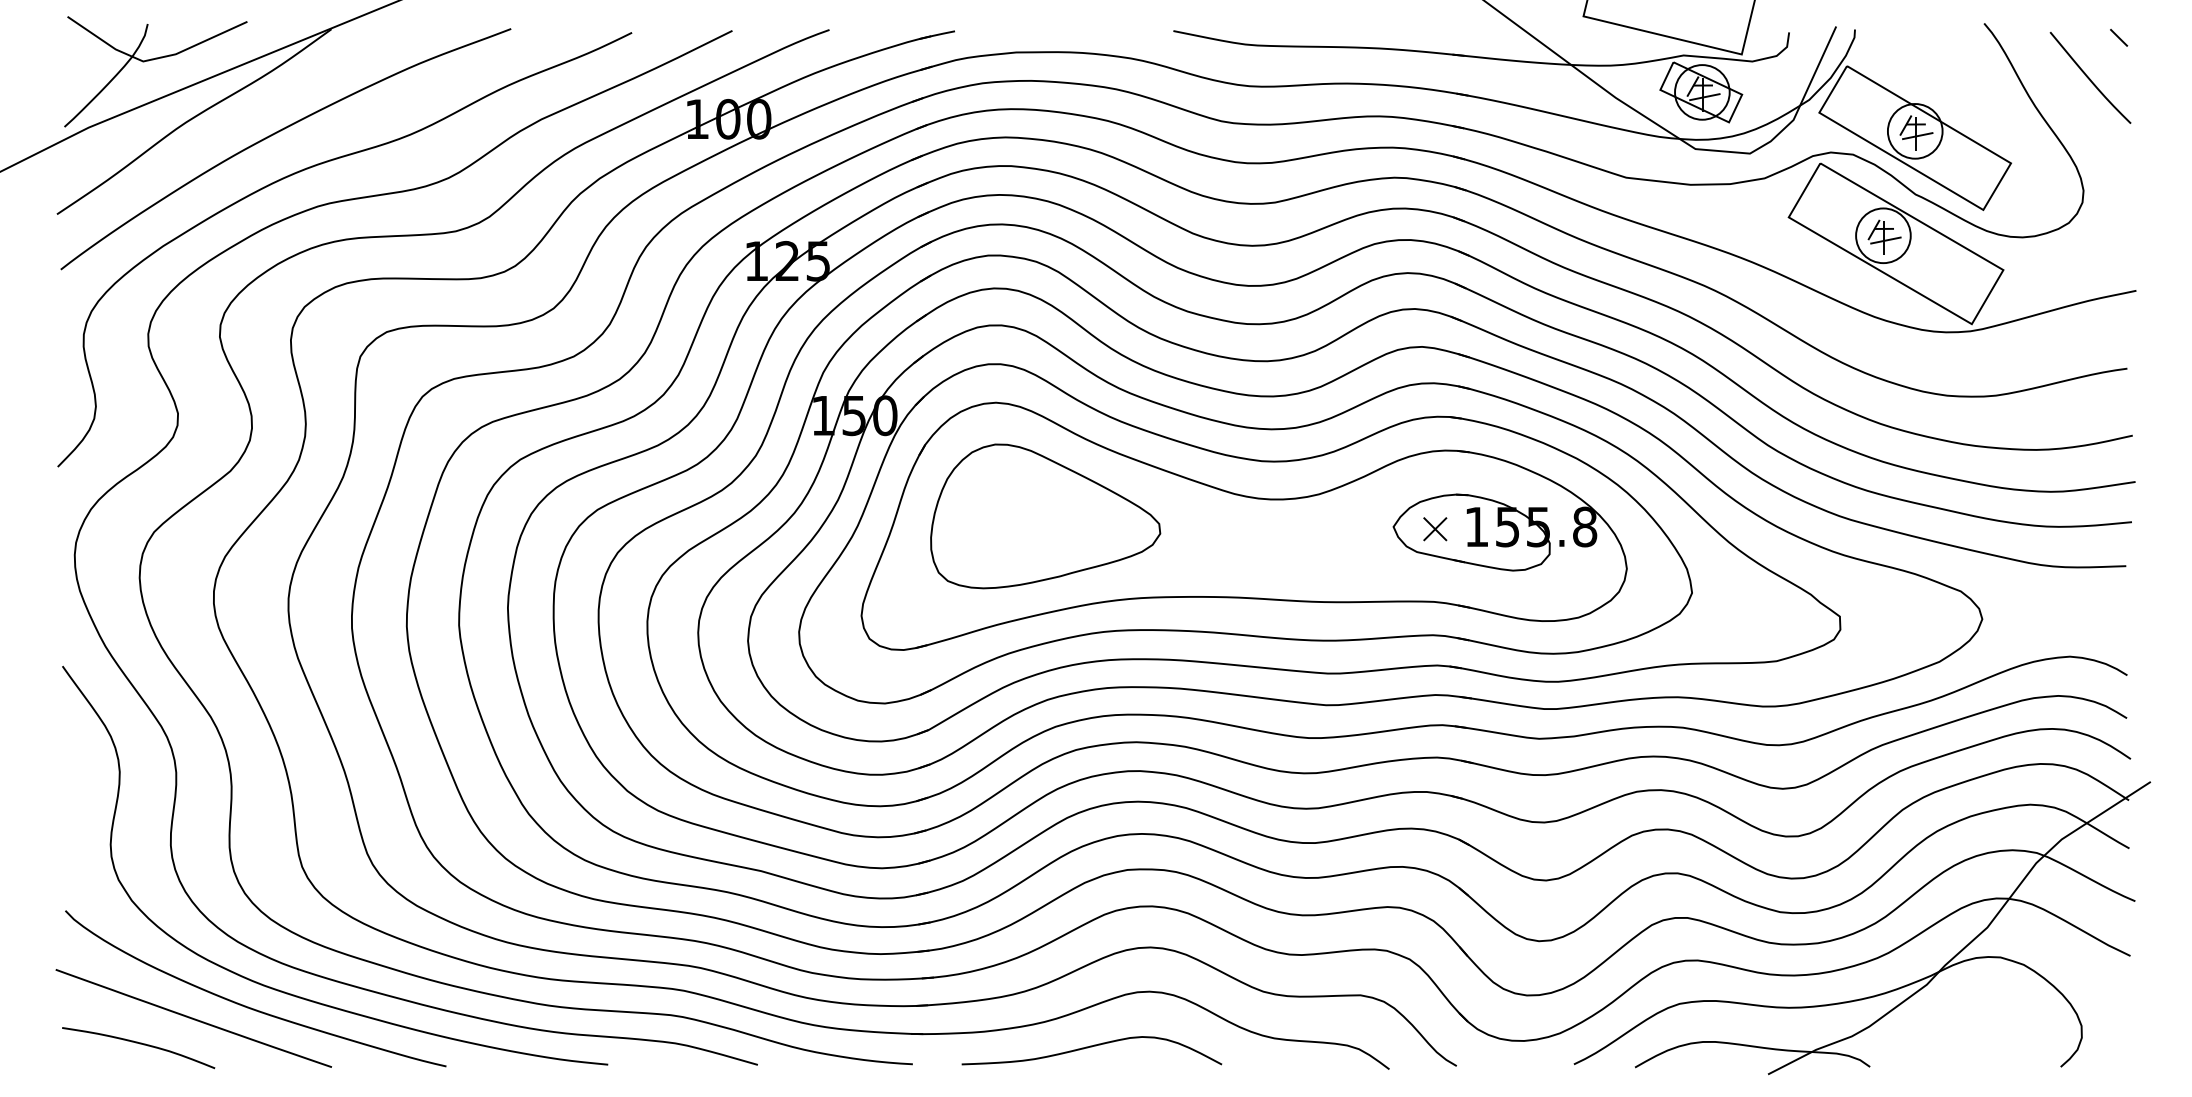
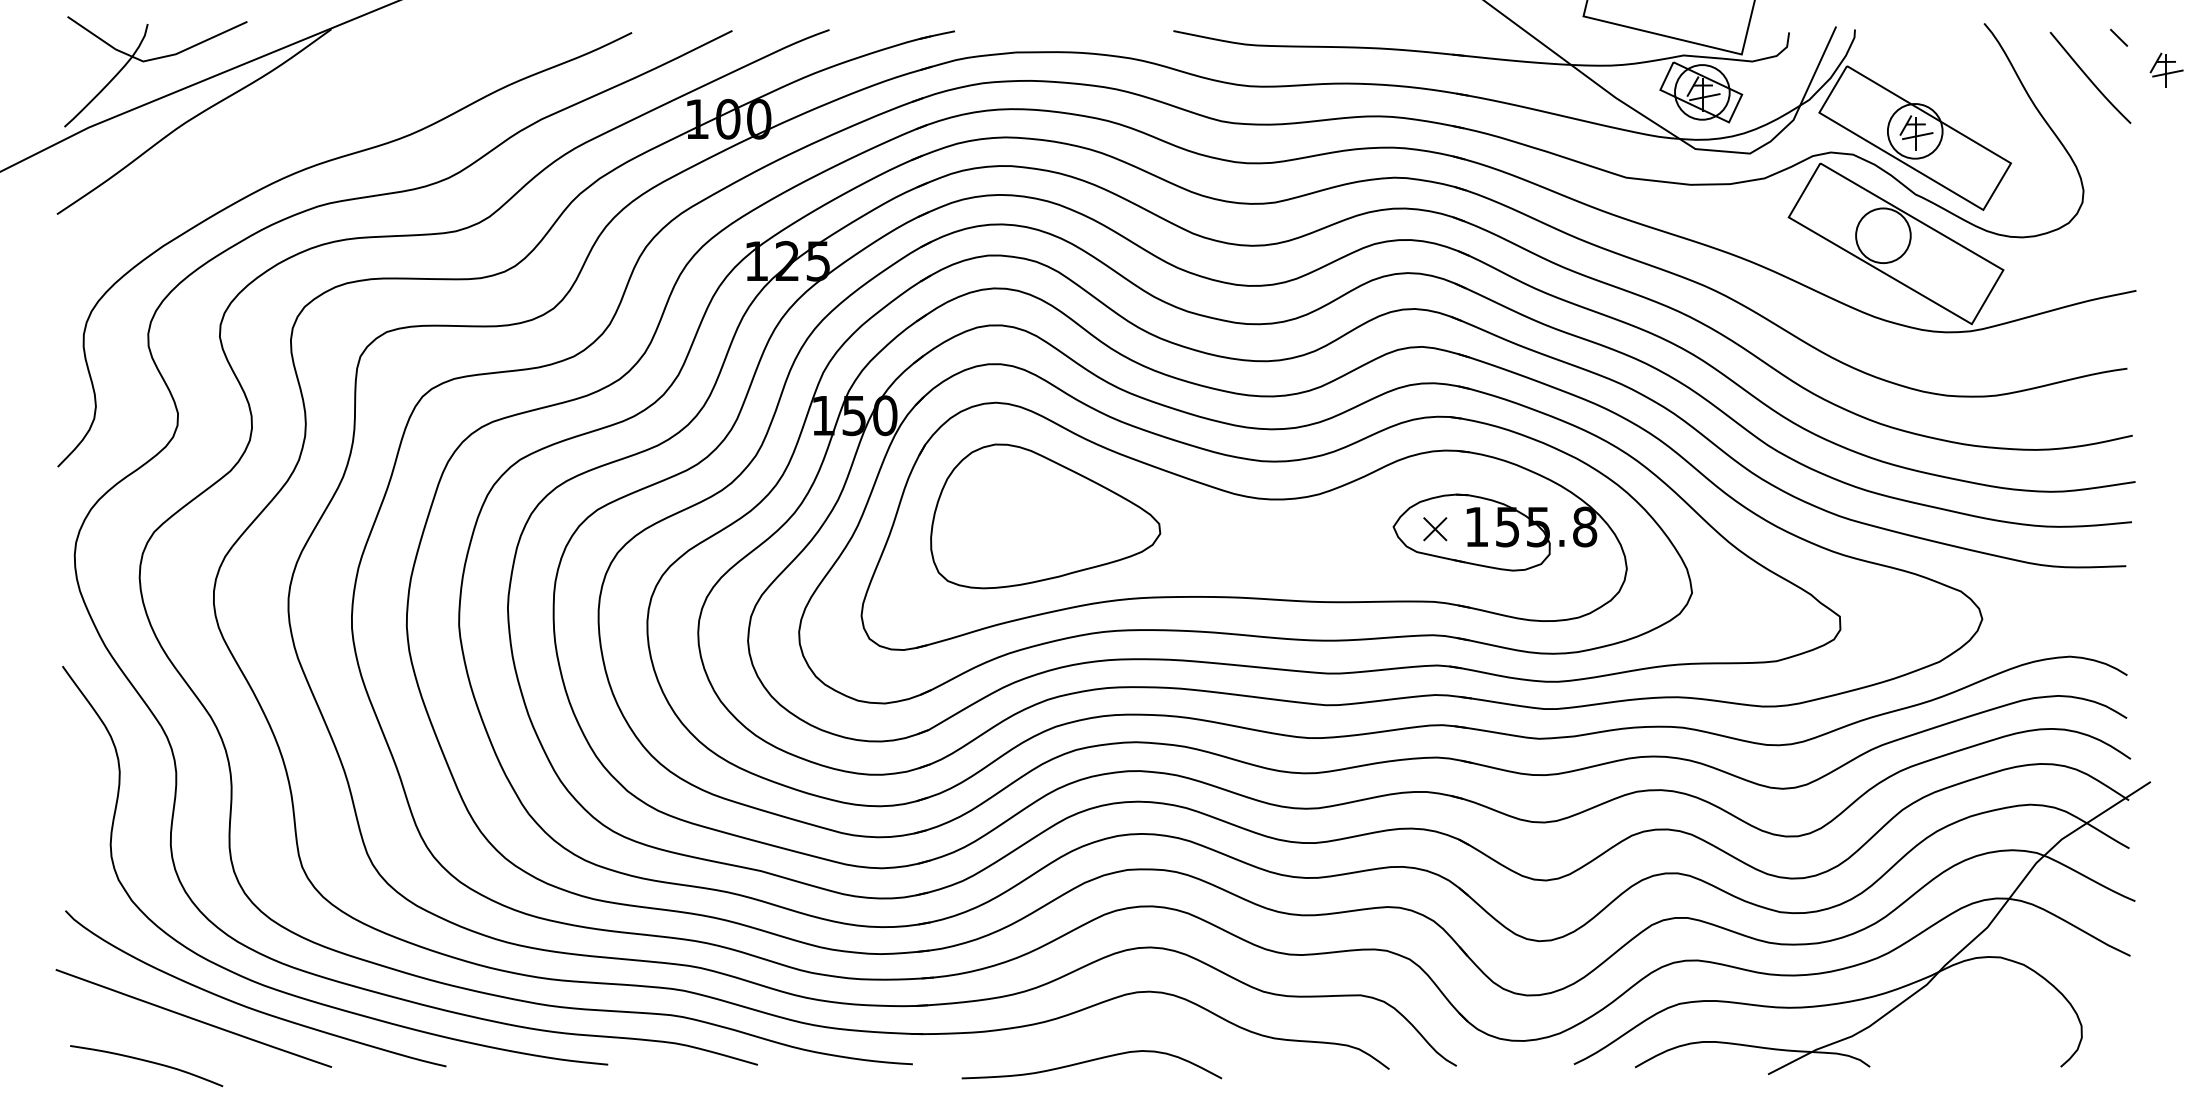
curve at (277, 133): present -> none
part at (1884, 236) position: (1884, 236) -> (2166, 69)
curve at (139, 1044) position: (139, 1044) -> (147, 1062)
curve at (1091, 1047) position: (1091, 1047) -> (1091, 1061)
